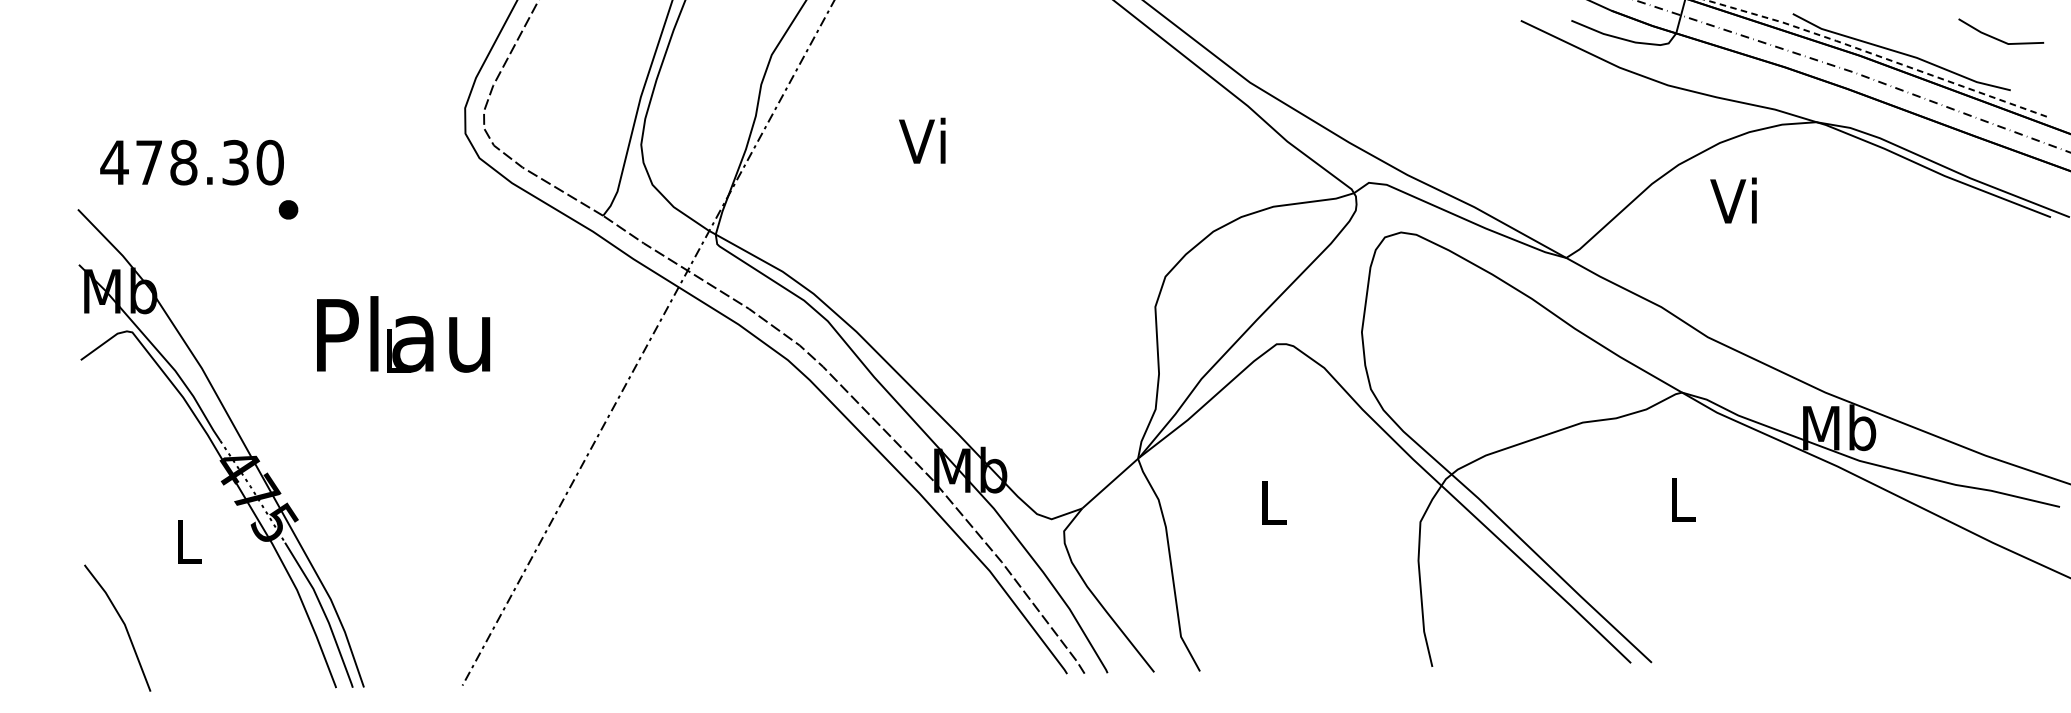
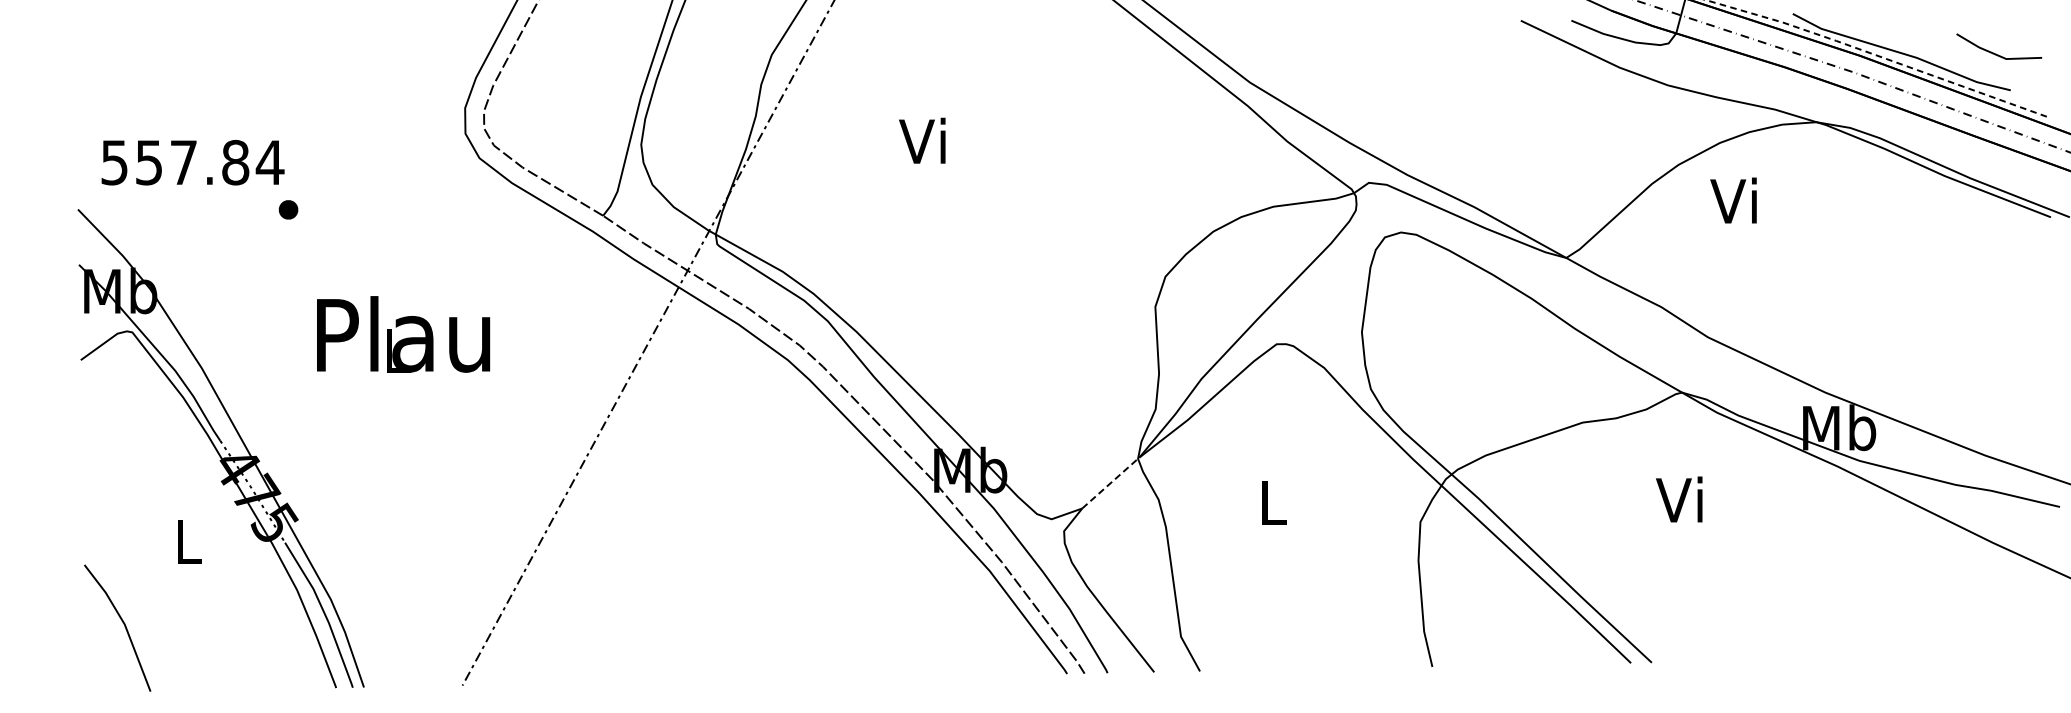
line at (1998, 38) position: (1998, 38) -> (1996, 53)
text at (192, 162): 478.30 -> 557.84
line at (1111, 482): solid -> dashed
text at (1679, 499): L -> Vi
